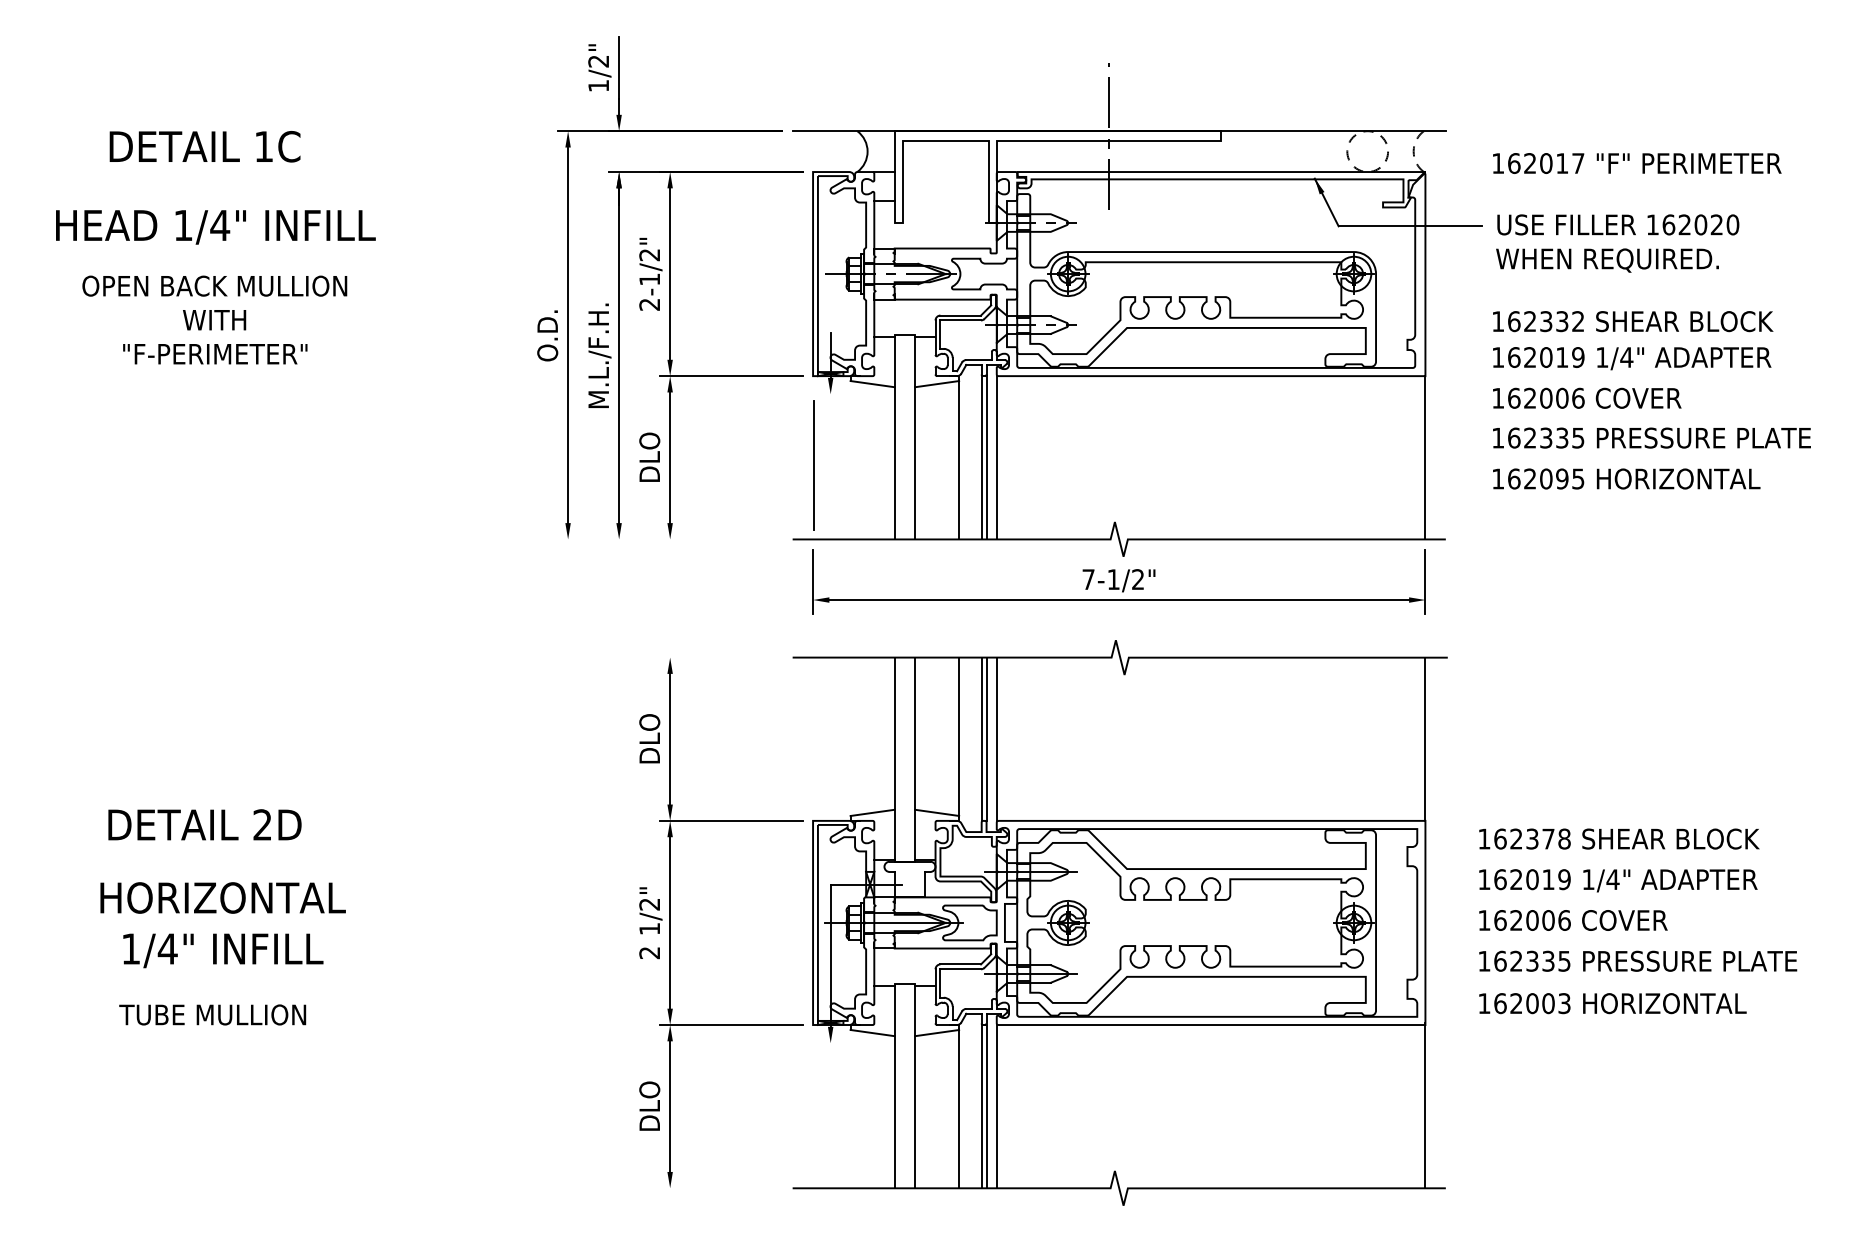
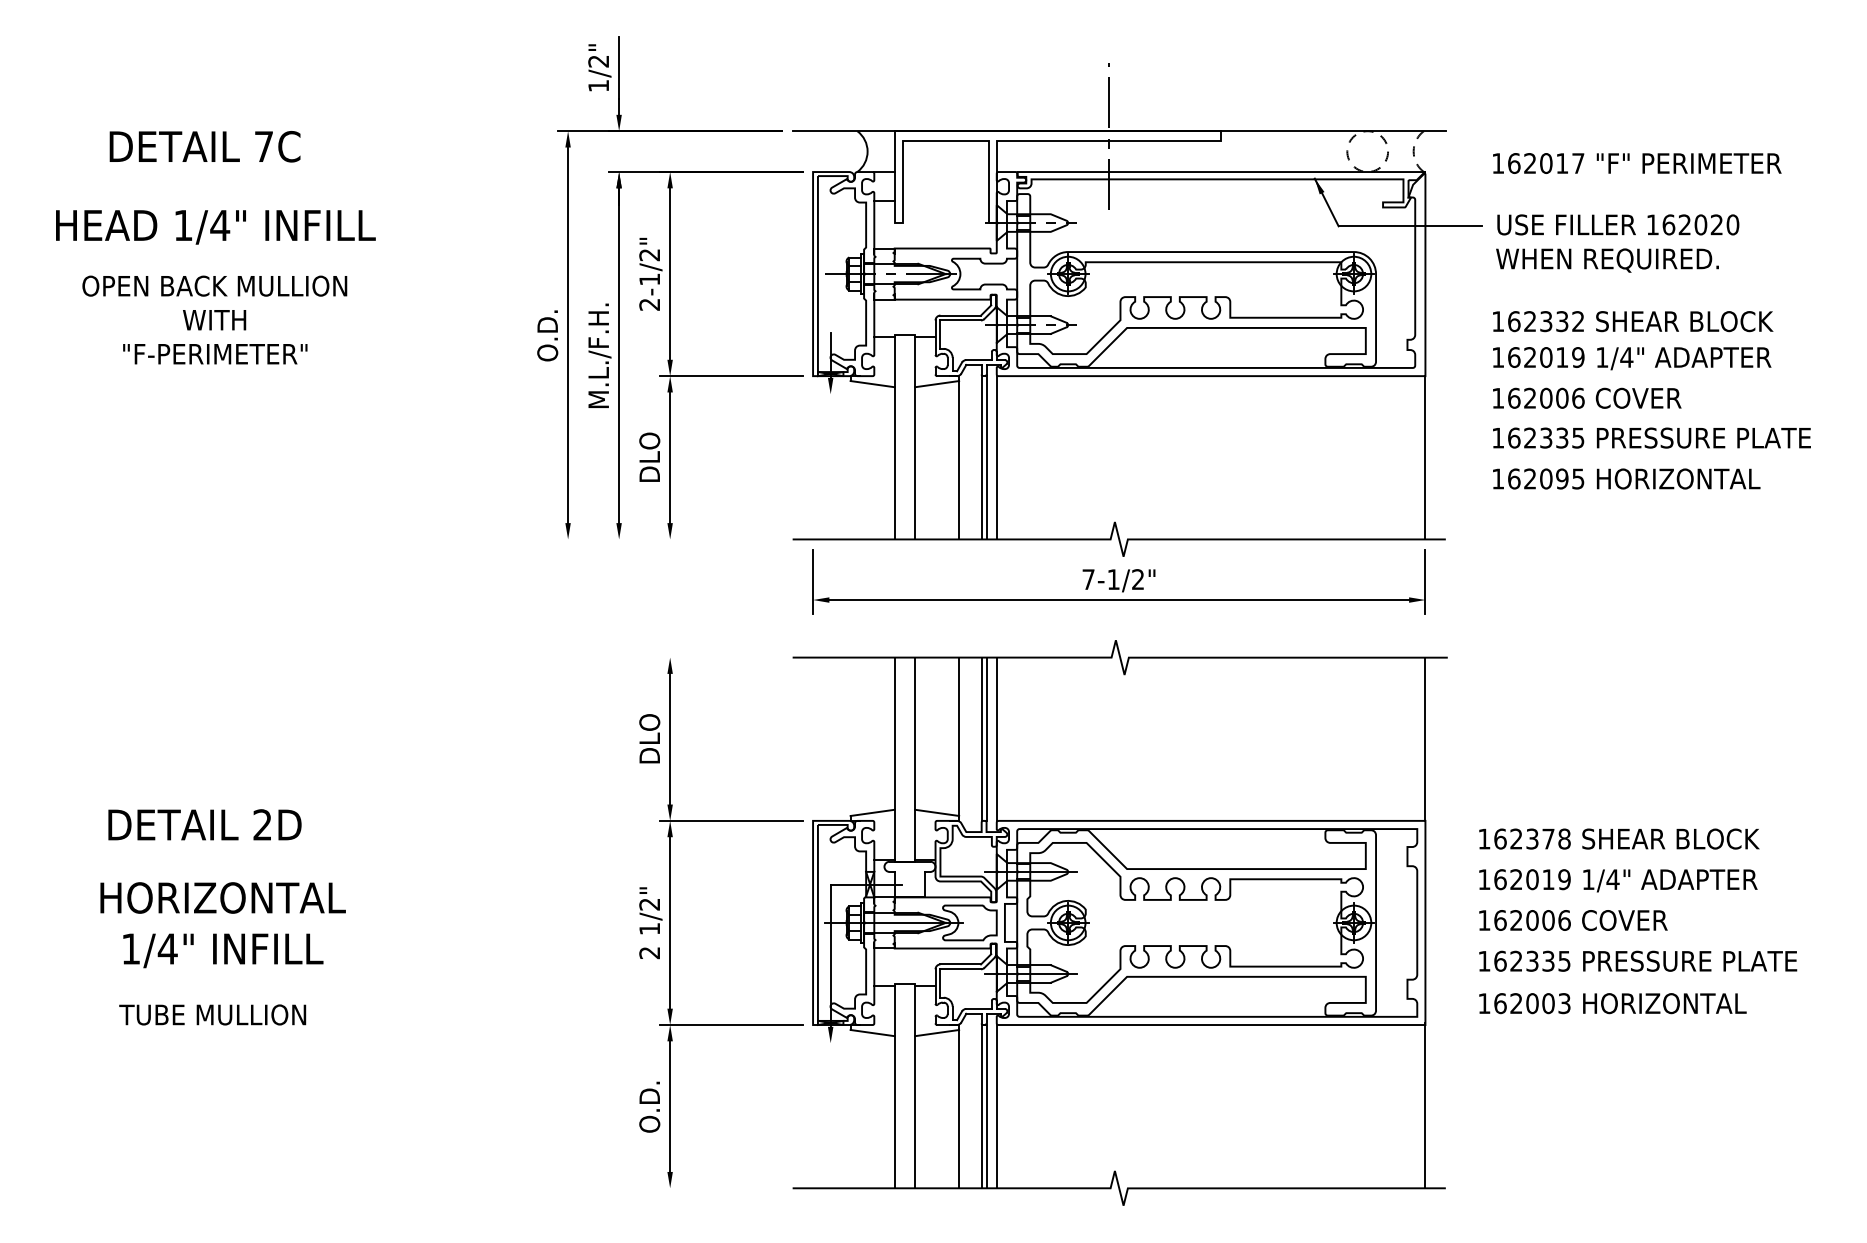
text at (263, 146): 1C -> 7C
line at (813, 465): present -> none
text at (649, 1106): DLO -> O.D.
